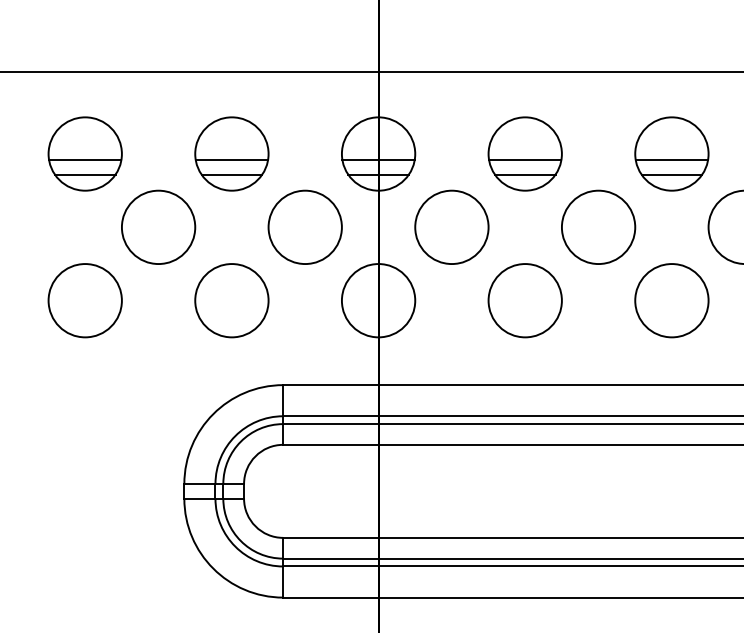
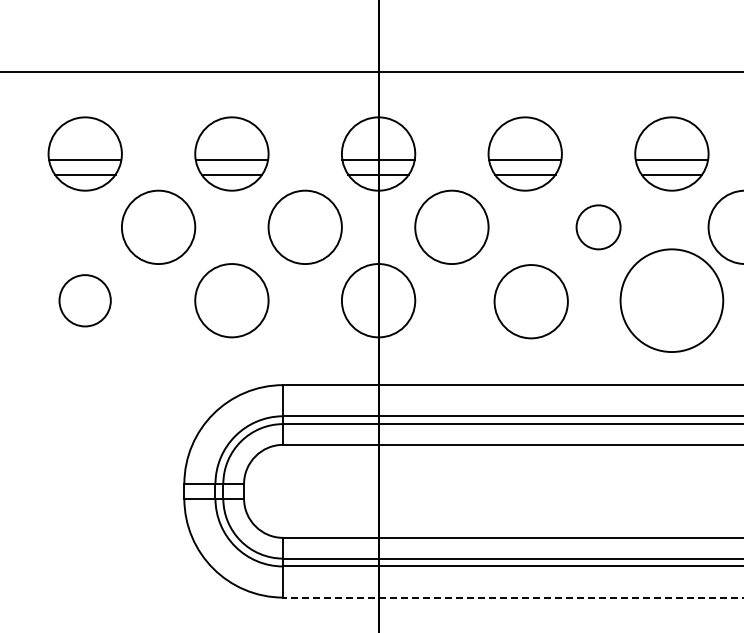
circle at (598, 227) diameter: 73 px -> 44 px
circle at (84, 300) size: 76x76 px -> 54x54 px
circle at (524, 300) position: (524, 300) -> (530, 301)
circle at (671, 300) diameter: 73 px -> 103 px
line at (512, 597): solid -> dashed
